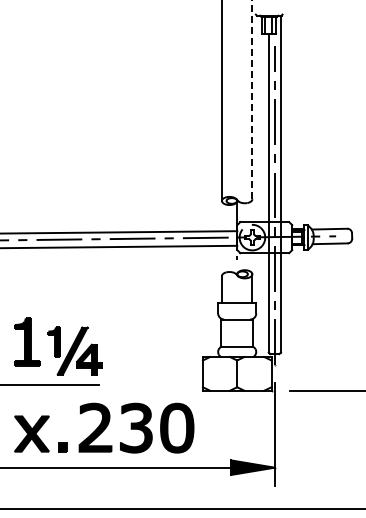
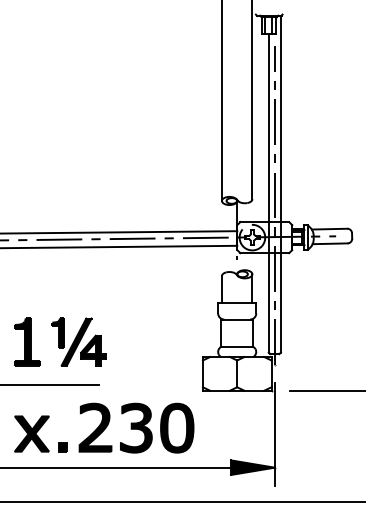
line at (252, 99): dashed -> solid
part at (74, 350) position: (74, 350) -> (78, 341)
line at (182, 509) position: (182, 509) -> (182, 502)
